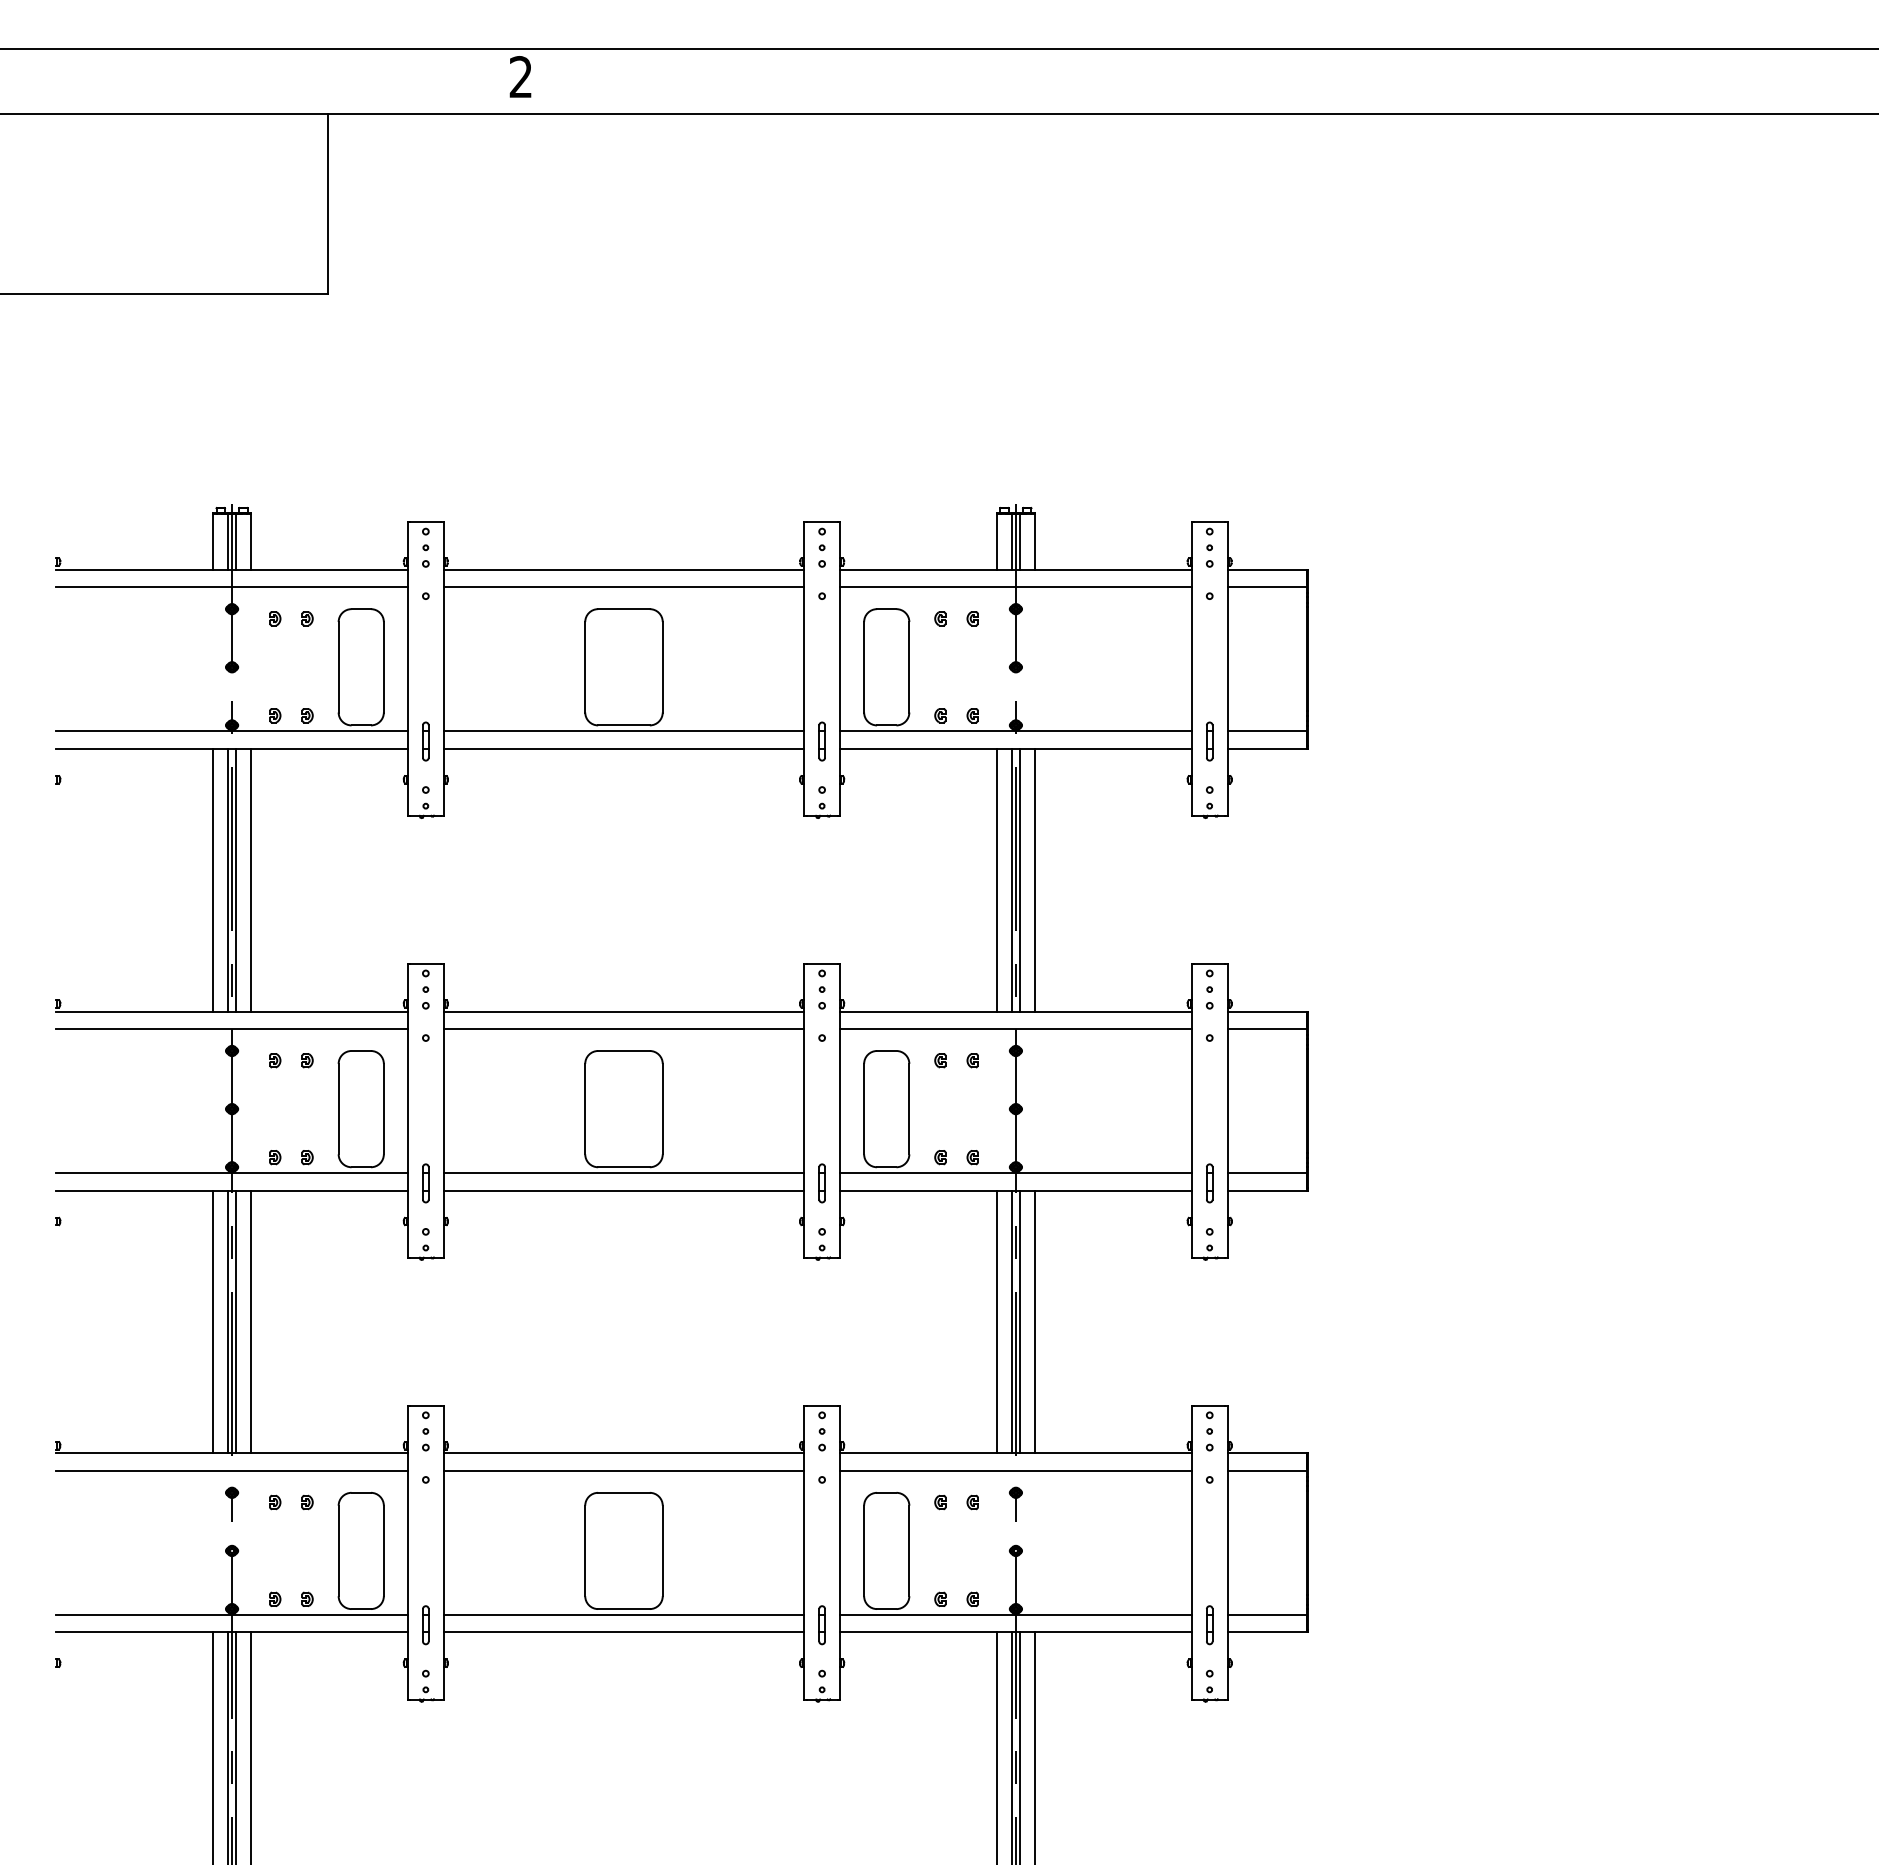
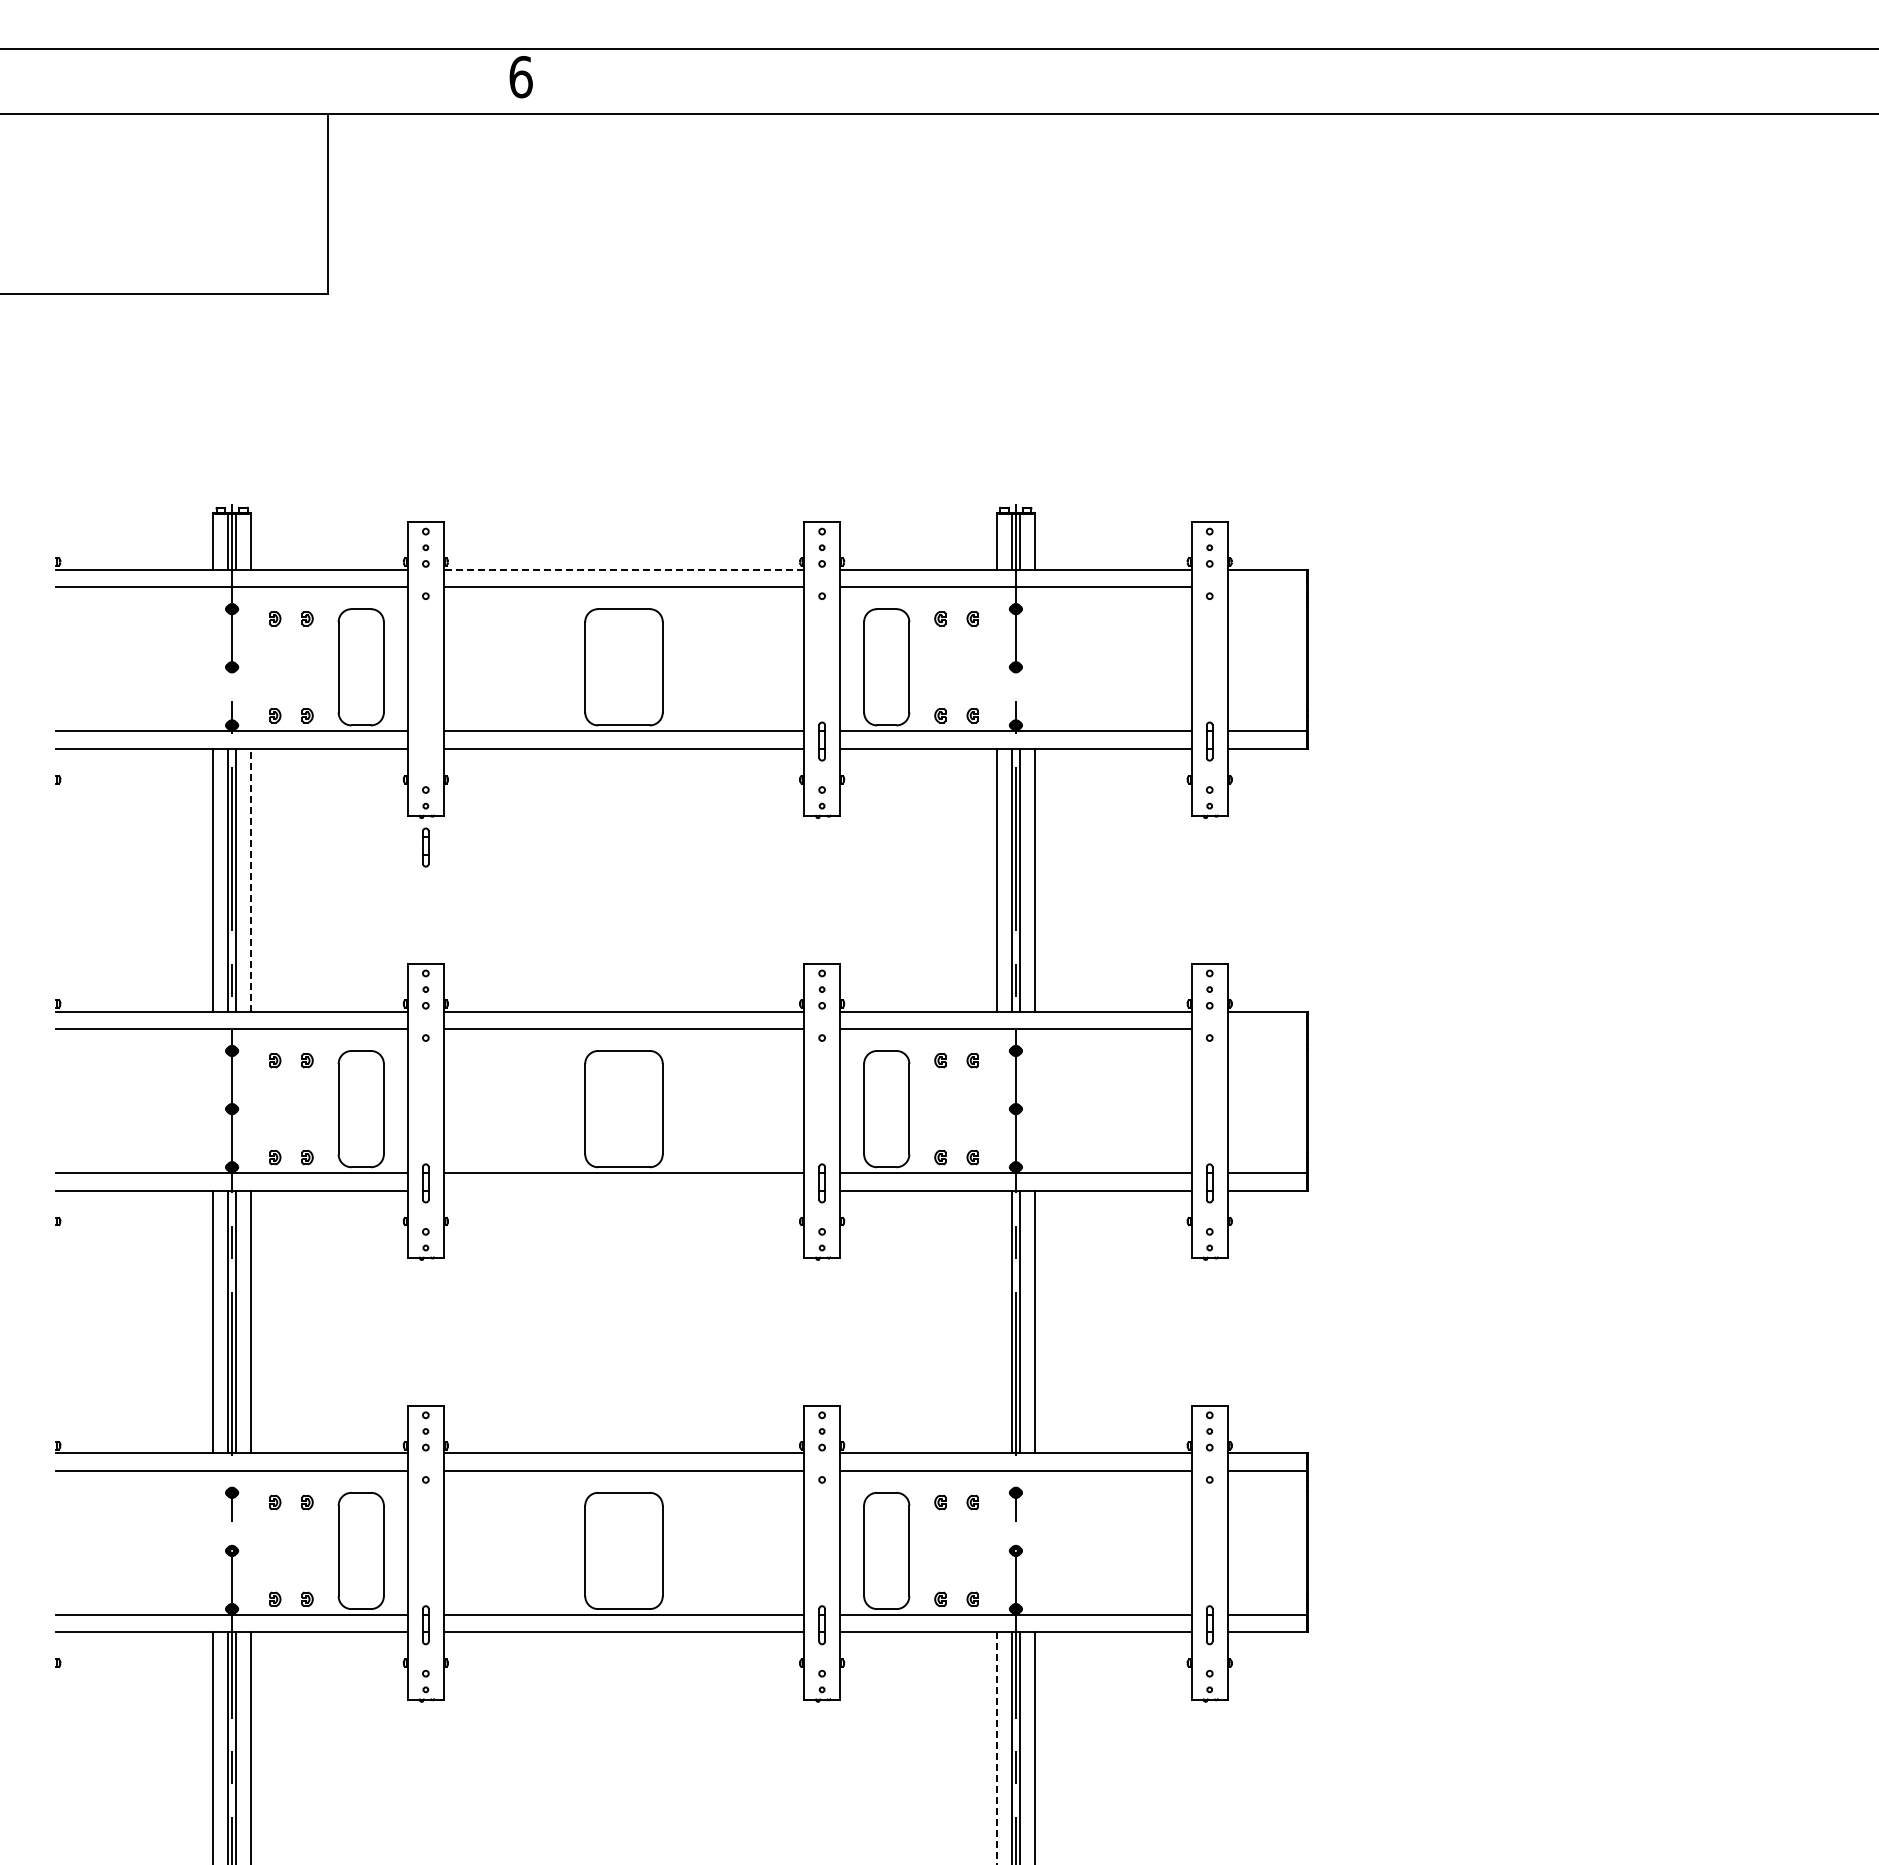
text at (520, 77): 2 -> 6
line at (623, 569): solid -> dashed
line at (1266, 587): present -> none
part at (425, 741) position: (425, 741) -> (425, 847)
line at (251, 879): solid -> dashed
line at (1266, 1029): present -> none
line at (623, 1190): present -> none
line at (996, 1321): present -> none
line at (996, 1748): solid -> dashed
